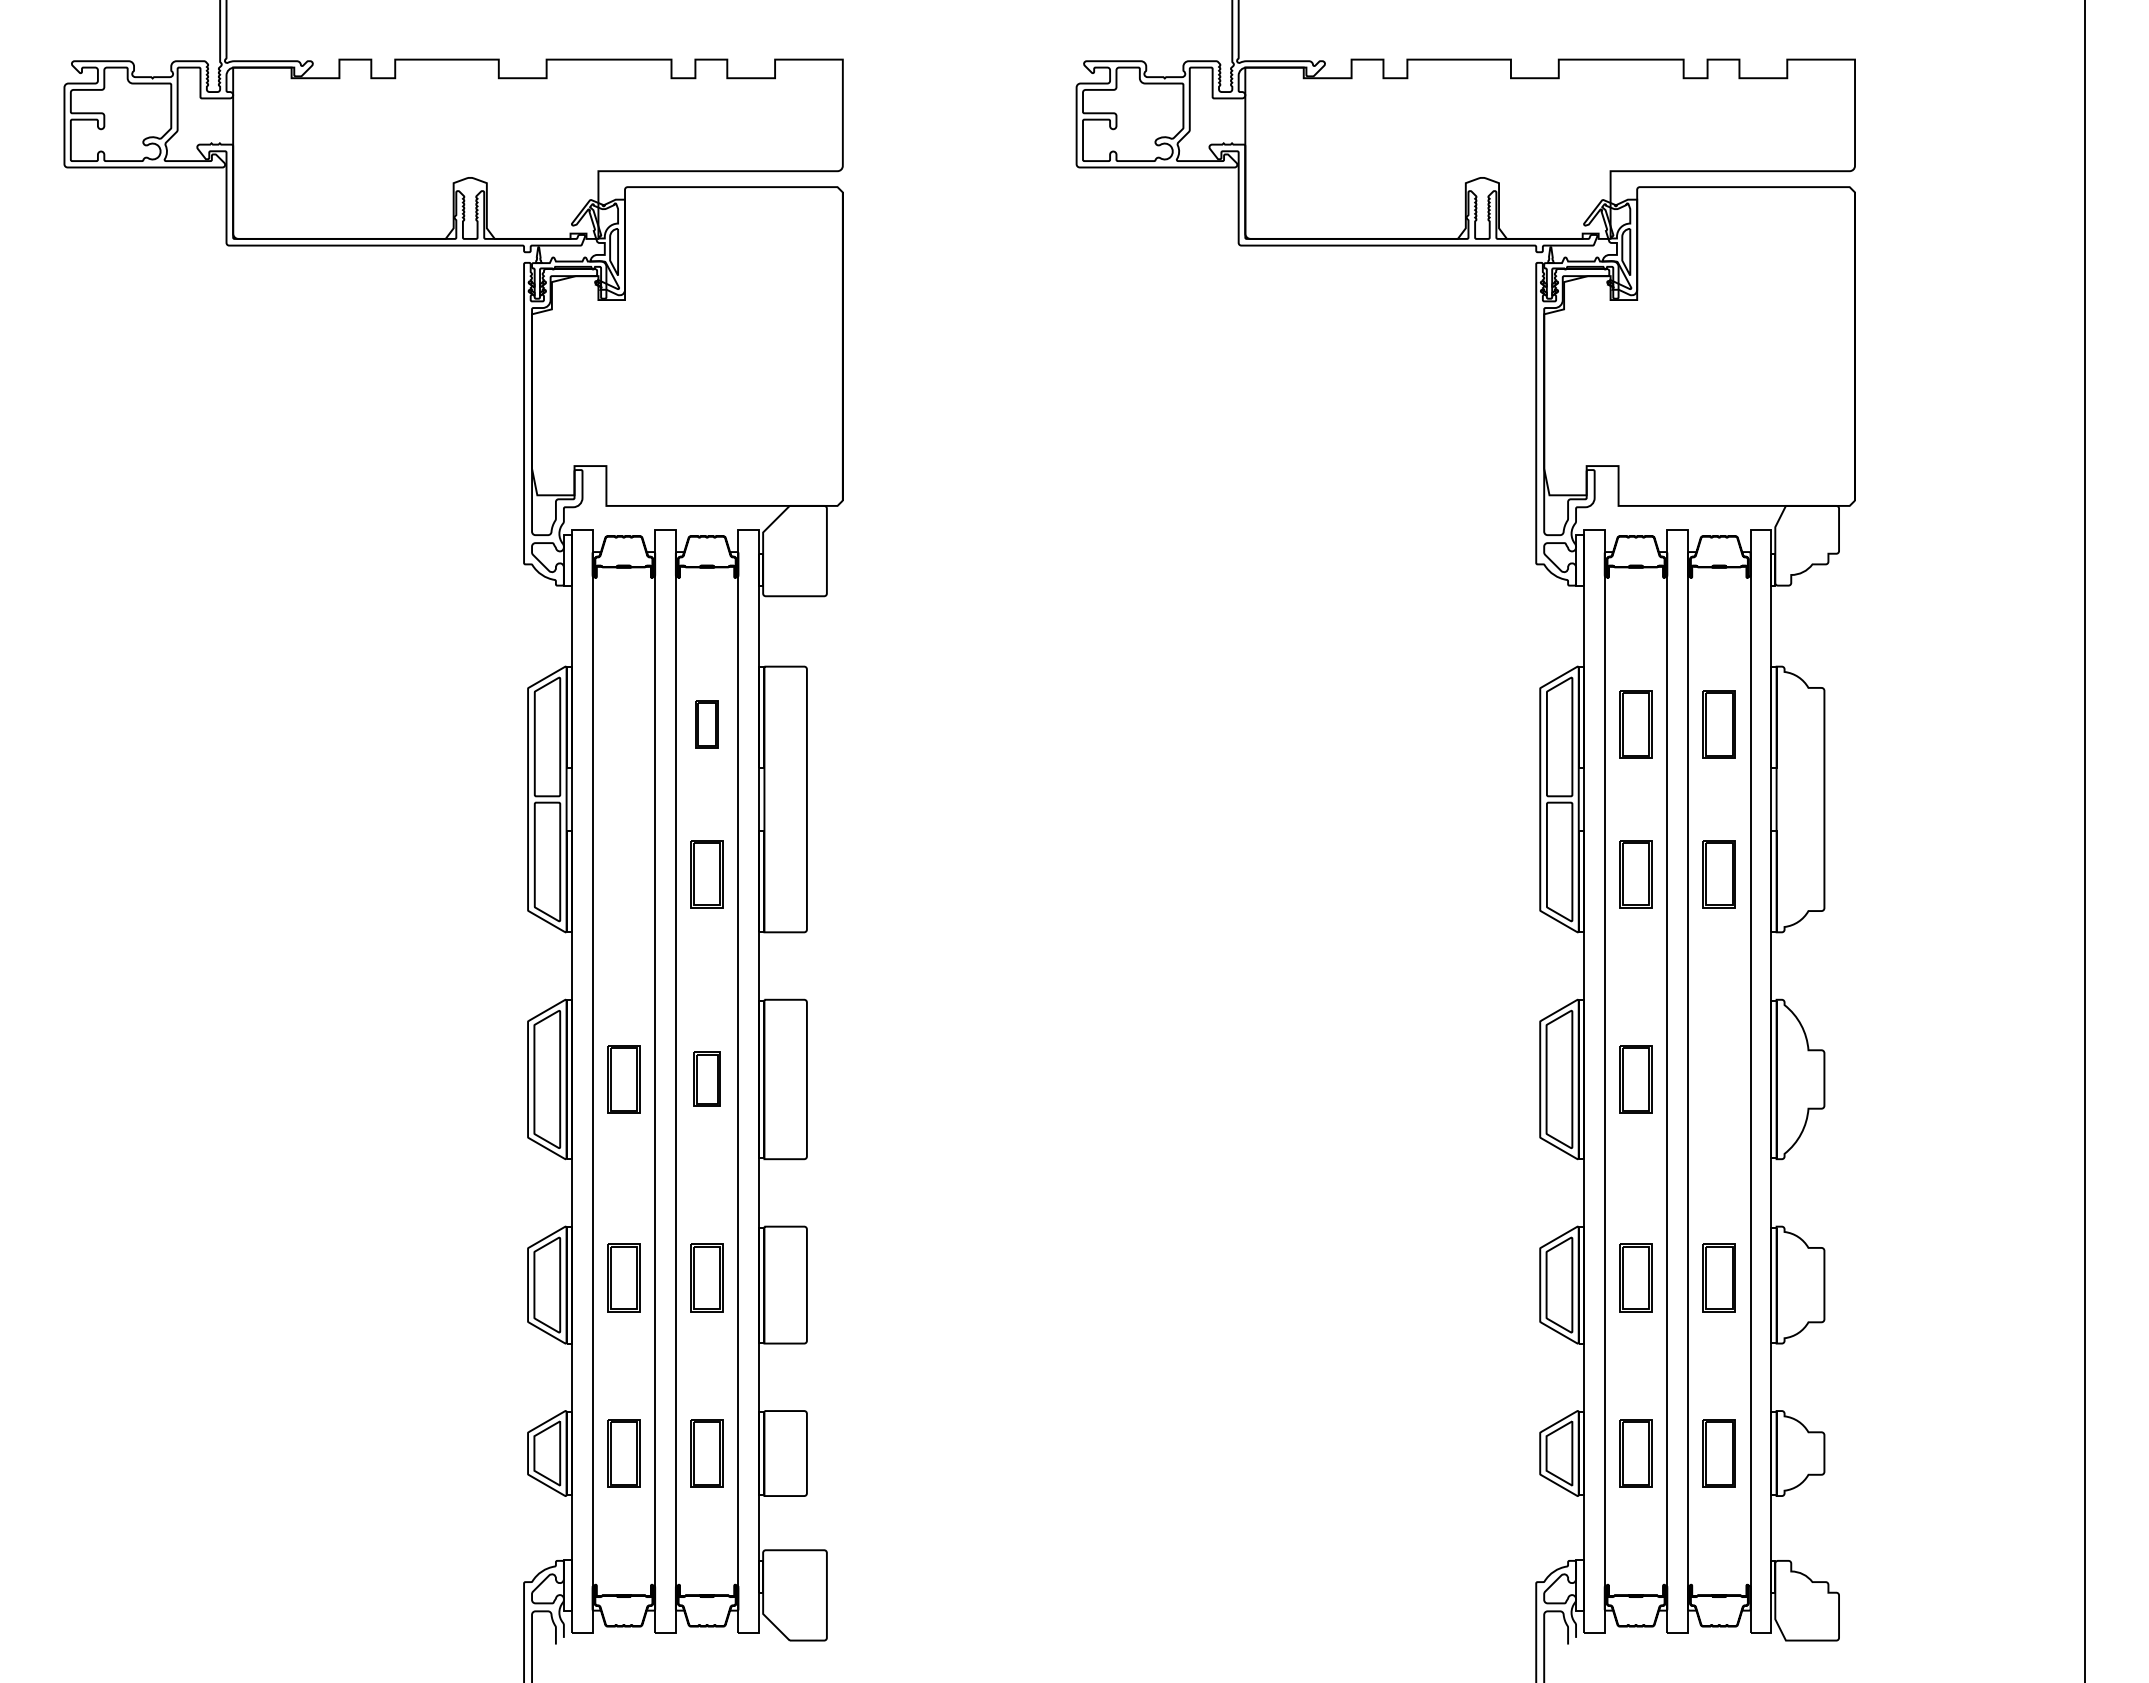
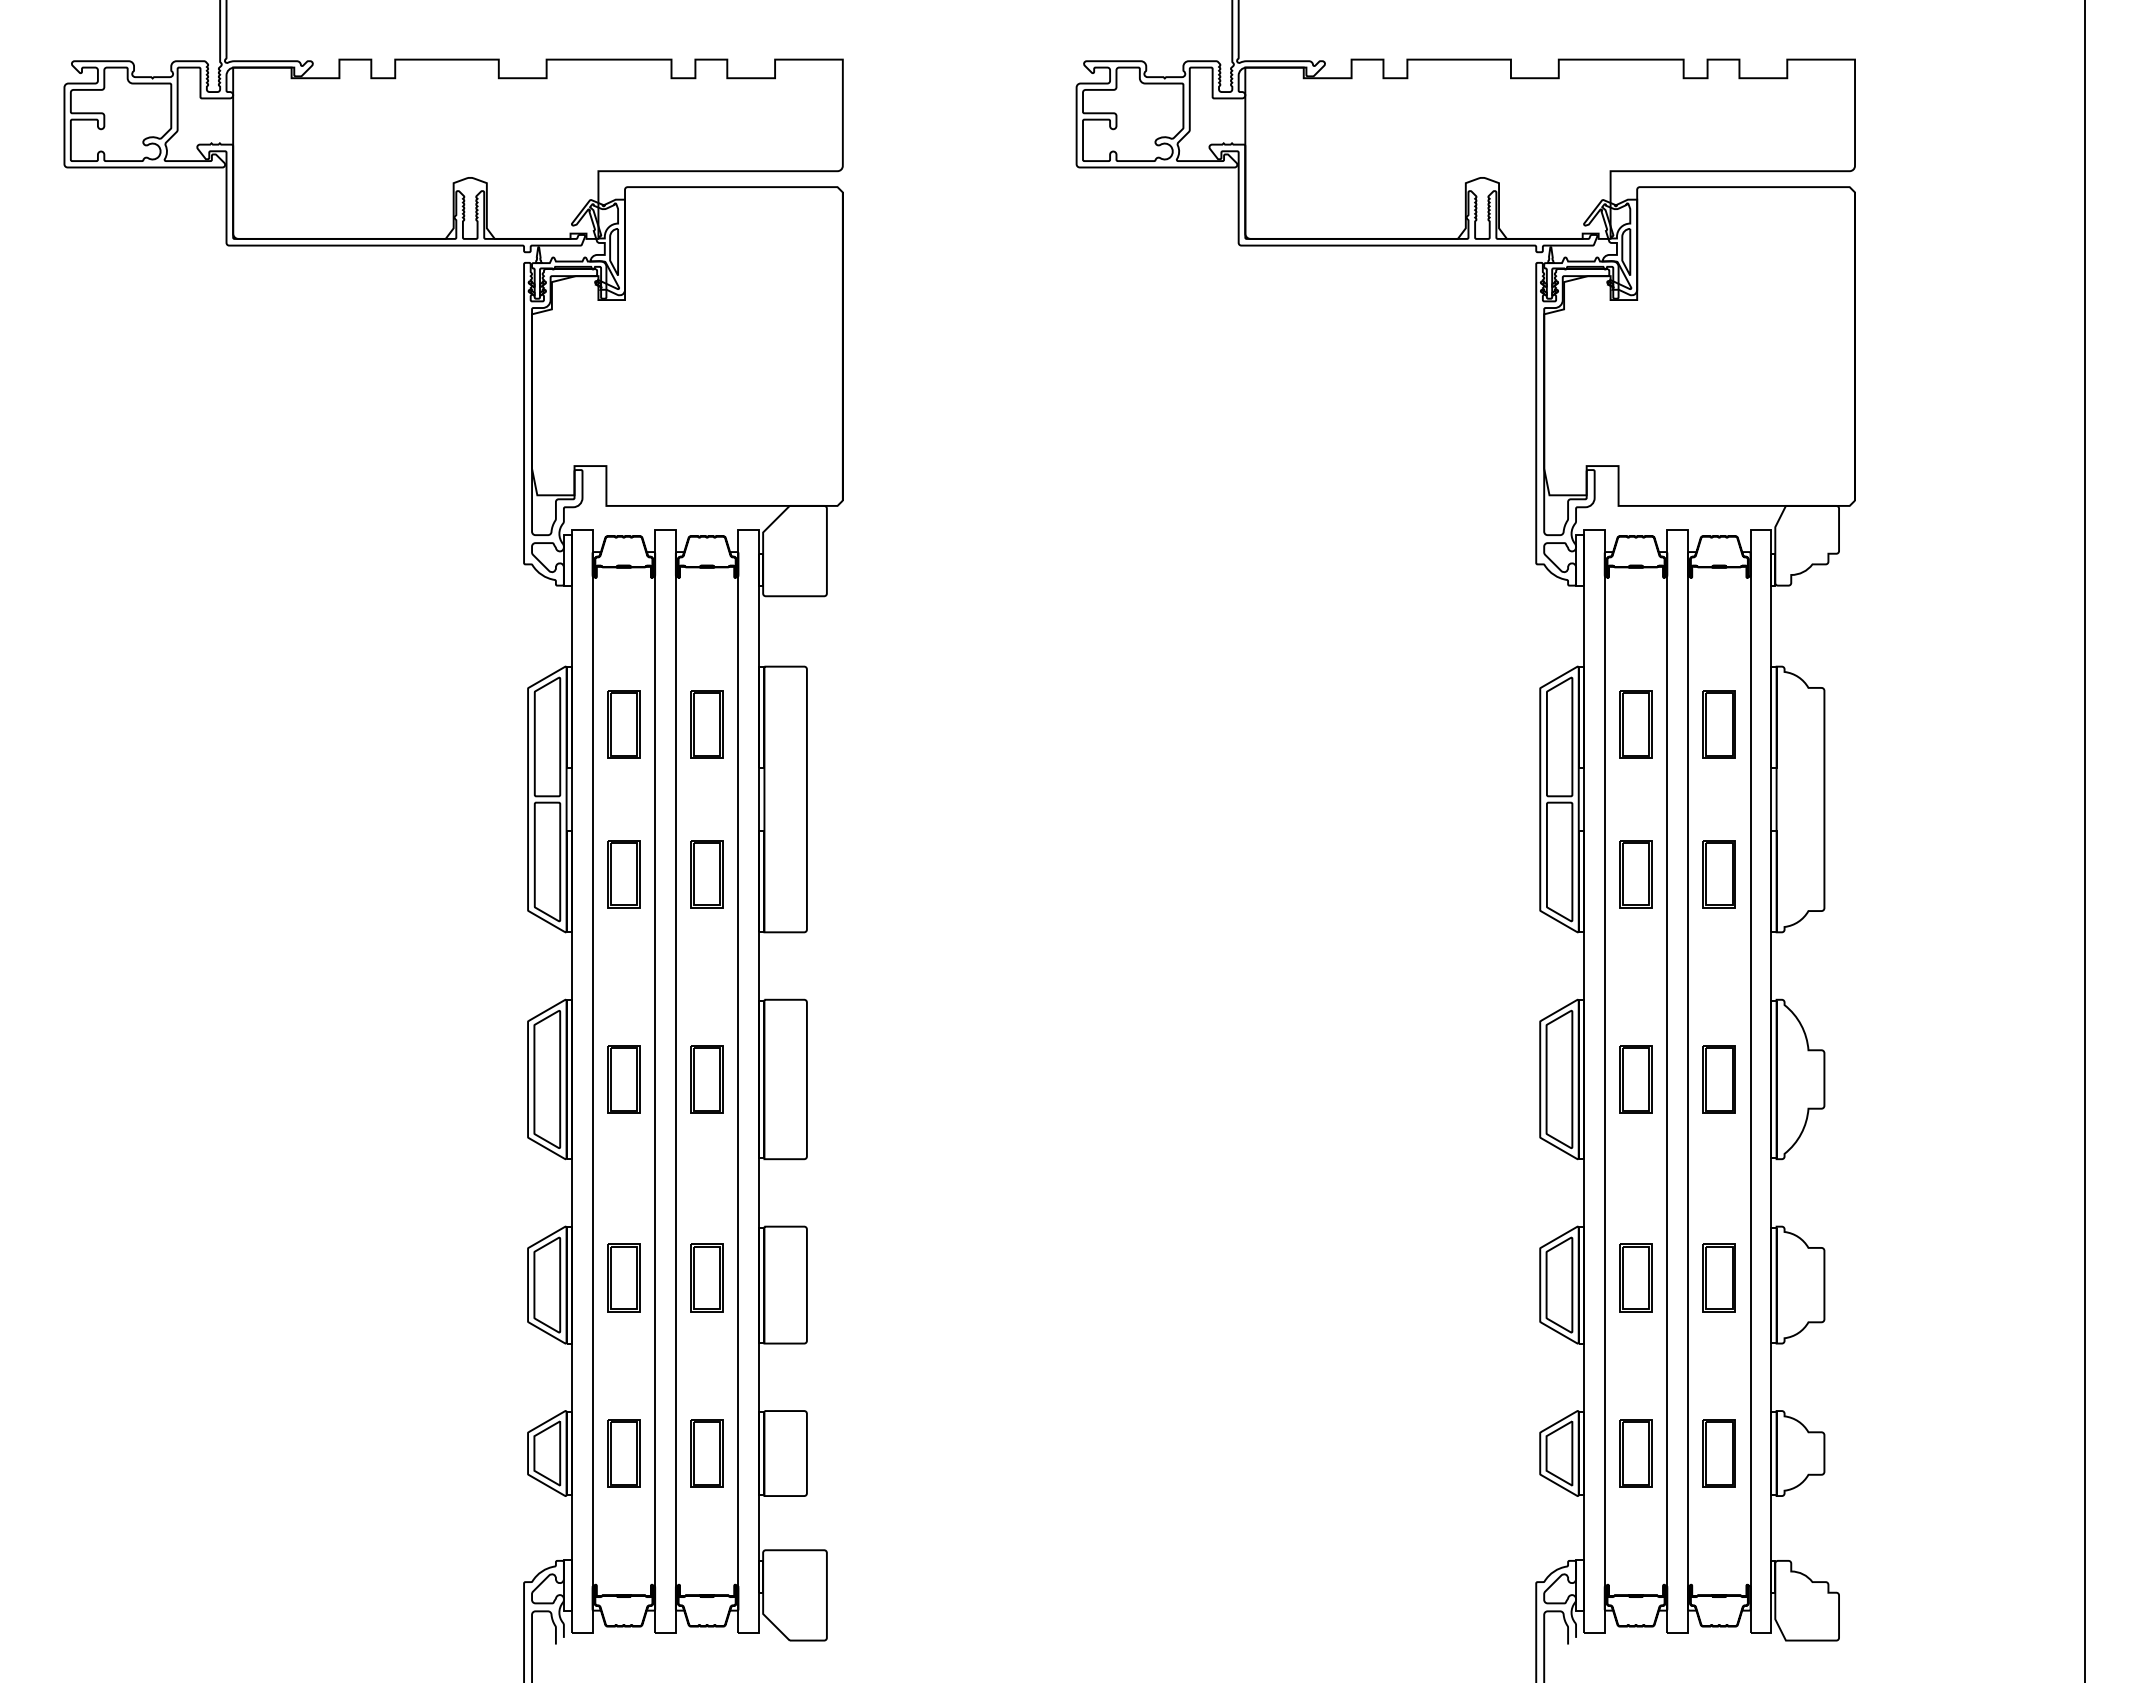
part at (623, 724): none -> present
part at (706, 724) size: 24x49 px -> 34x69 px
part at (623, 874): none -> present
part at (706, 1078) size: 28x56 px -> 34x69 px
part at (1718, 1079): none -> present
